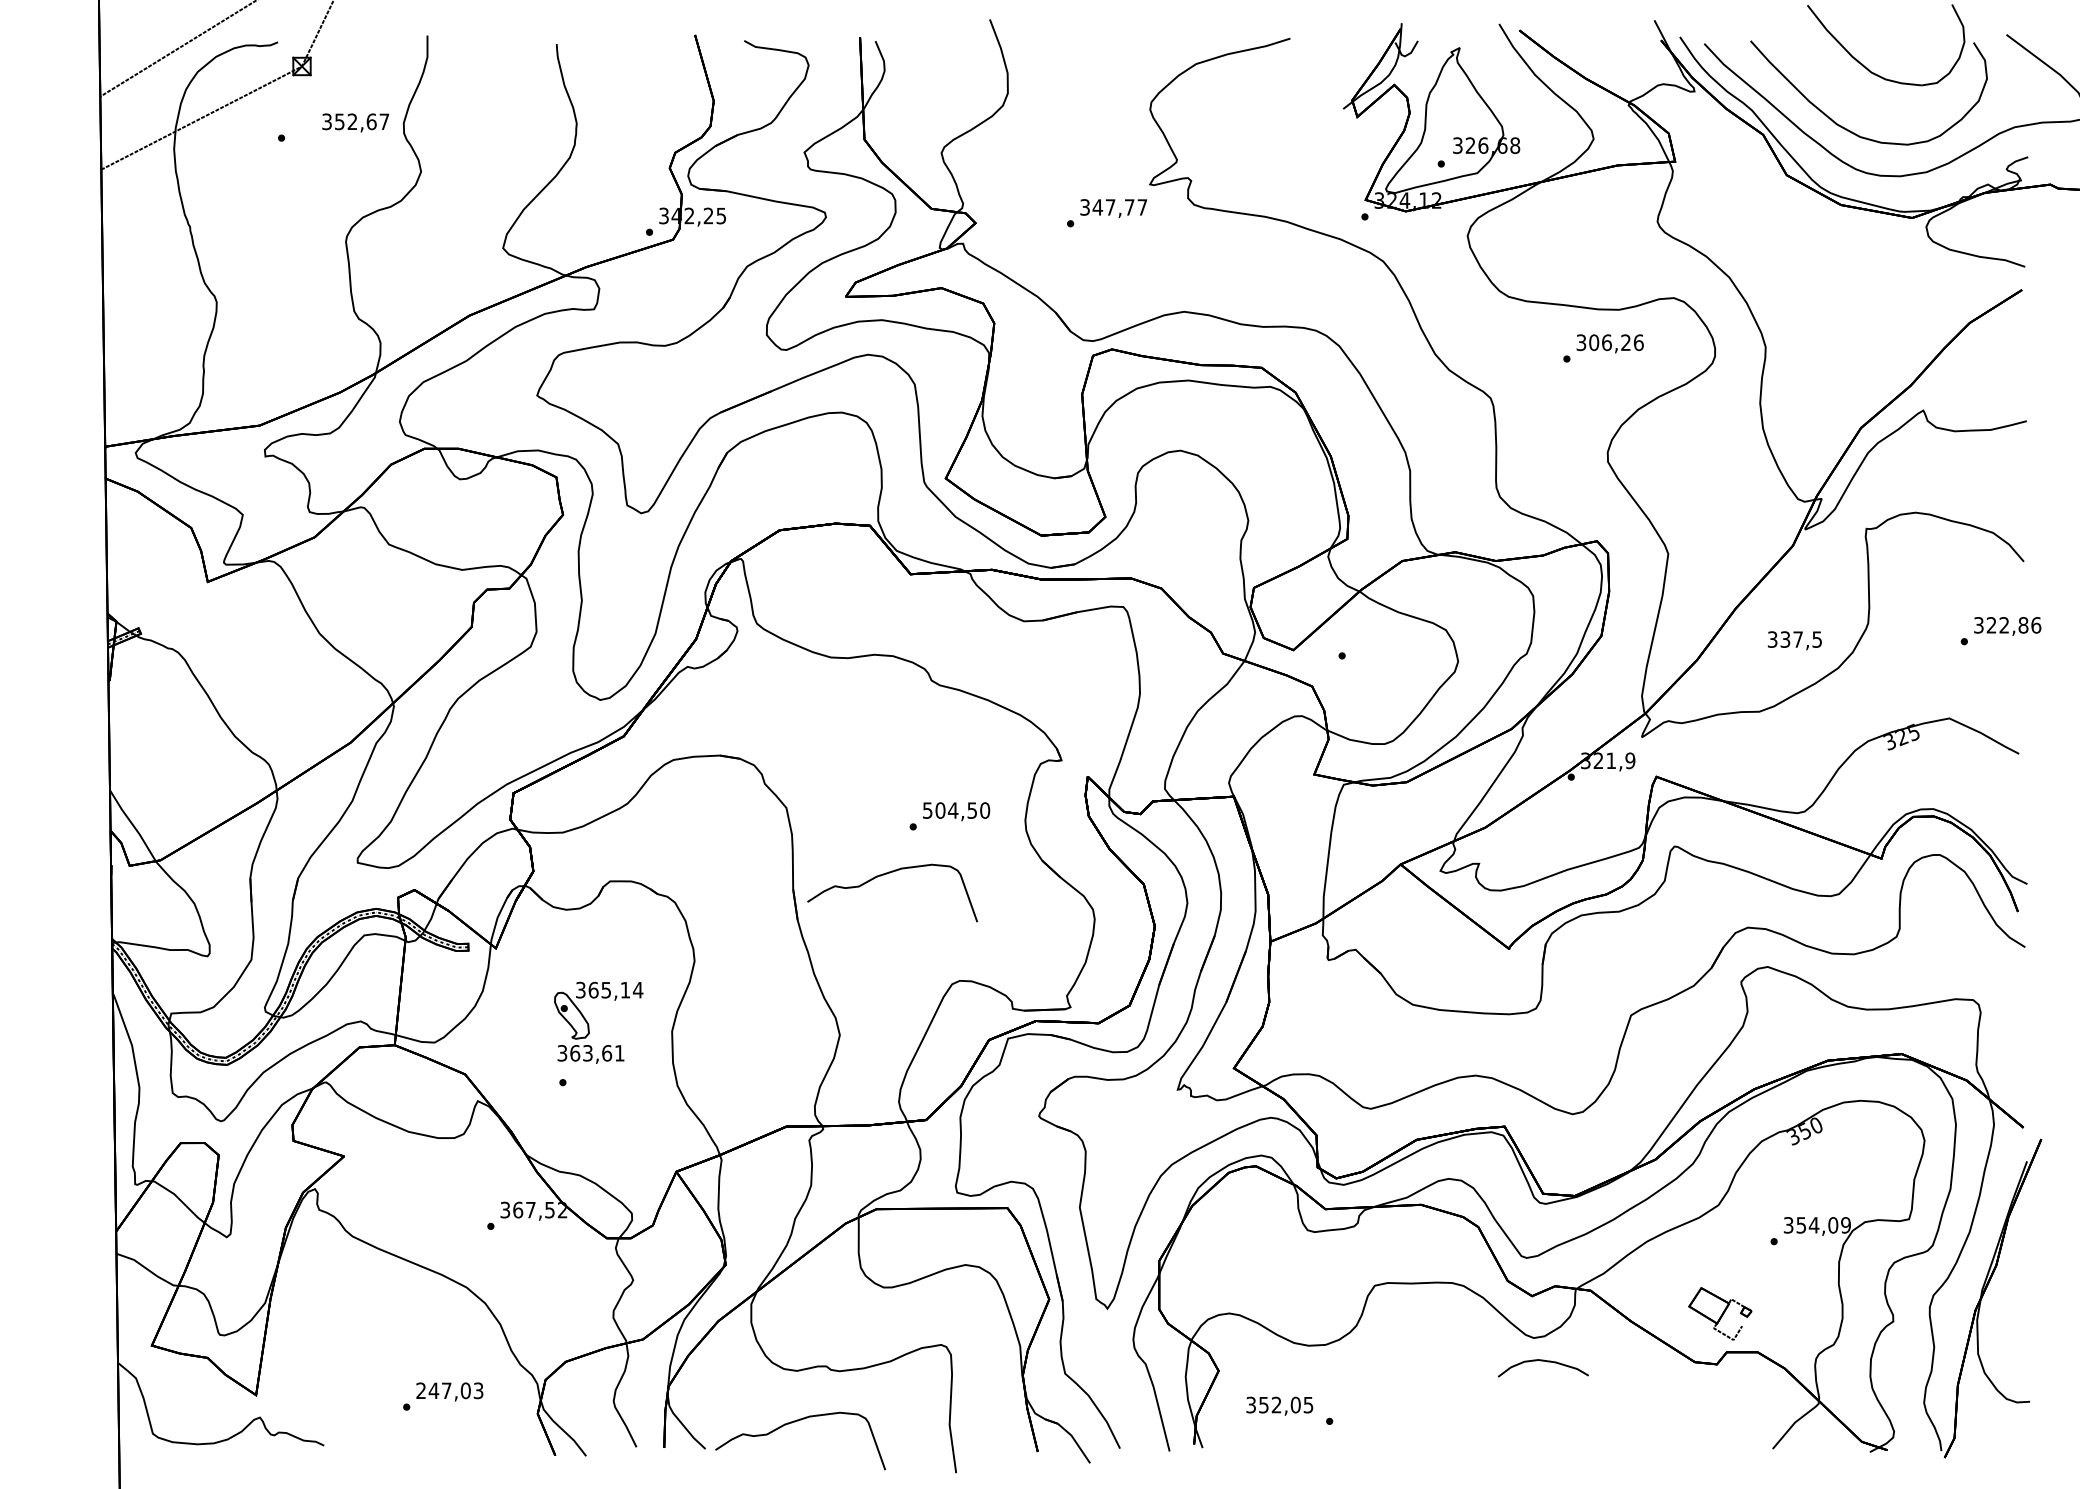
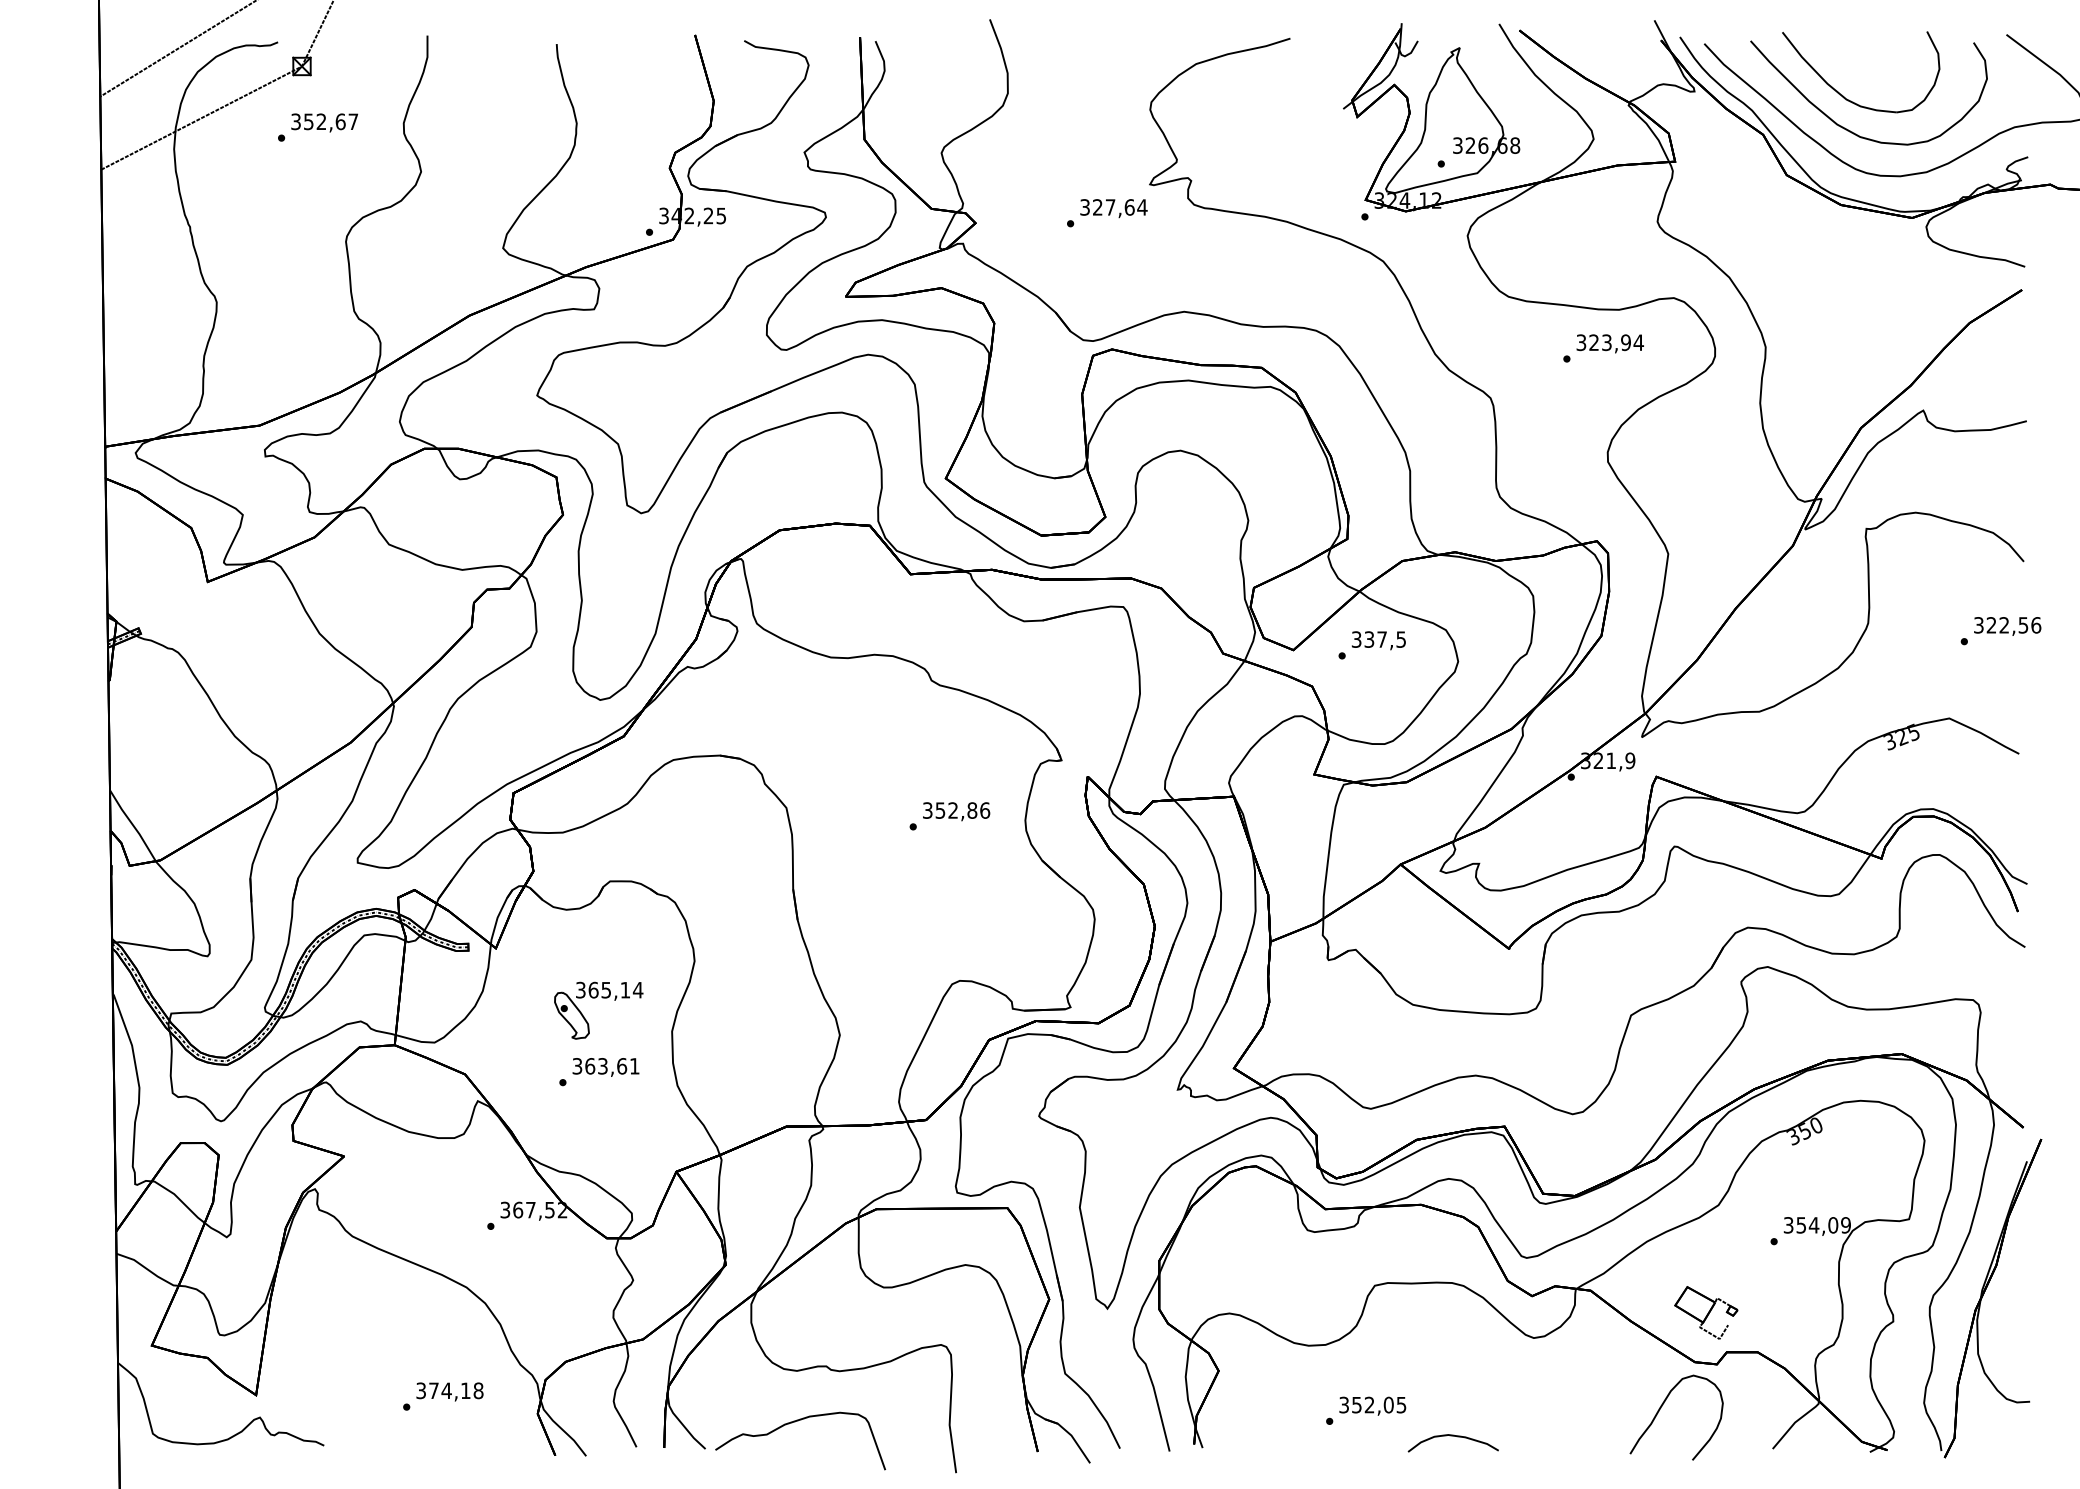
part at (1867, 67) position: (1867, 67) -> (1842, 94)
text at (355, 122) position: (355, 122) -> (324, 122)
text at (1119, 207): 347,77 -> 327,64
text at (1616, 342): 306,26 -> 323,94
text at (2023, 625): 322,86 -> 322,56
text at (1794, 640) position: (1794, 640) -> (1378, 640)
text at (956, 810): 504,50 -> 352,86
curve at (887, 874): present -> none
text at (590, 1054) position: (590, 1054) -> (605, 1067)
part at (1720, 1313) position: (1720, 1313) -> (1706, 1312)
curve at (1542, 1361) position: (1542, 1361) -> (1452, 1436)
text at (449, 1390): 247,03 -> 374,18
text at (1279, 1405) position: (1279, 1405) -> (1372, 1405)
curve at (1661, 1408): none -> present
